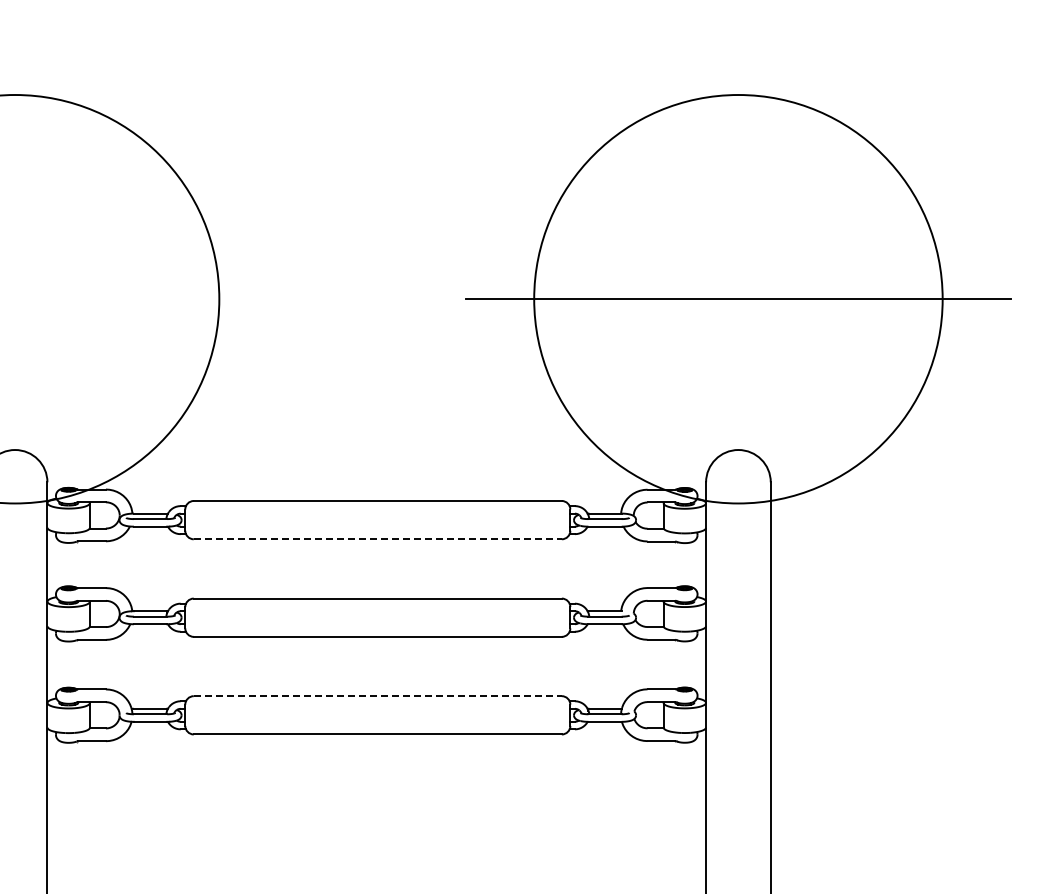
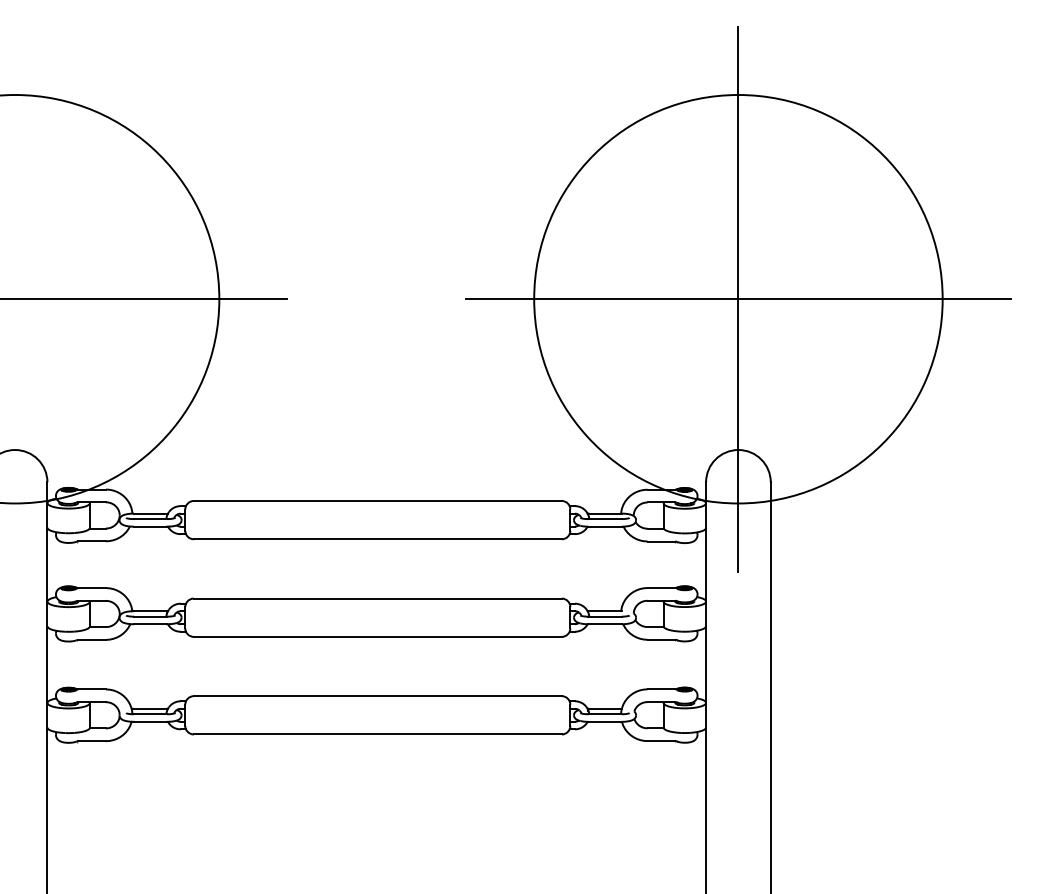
line at (738, 298): none -> present
line at (144, 299): none -> present
line at (378, 539): dashed -> solid
line at (378, 696): dashed -> solid
